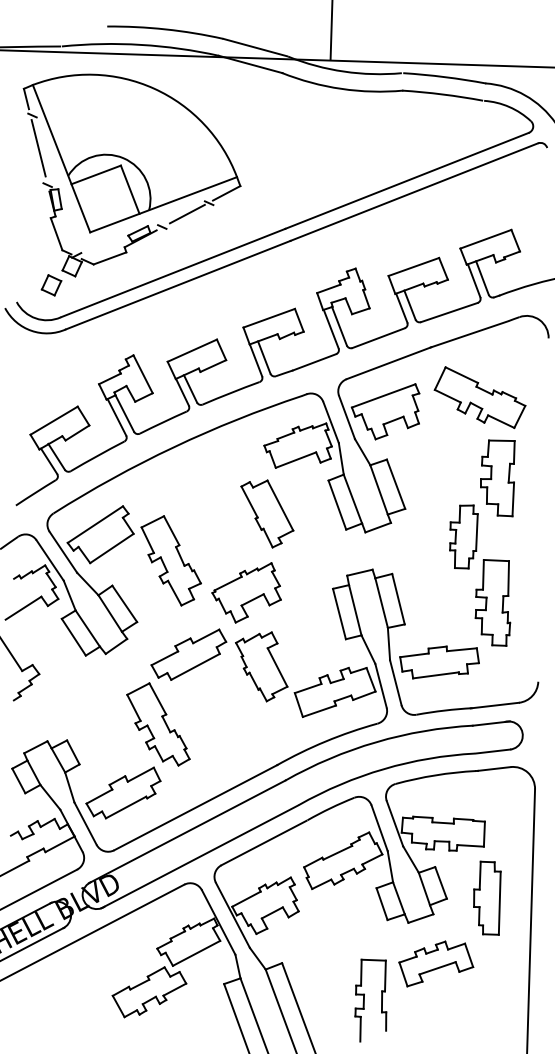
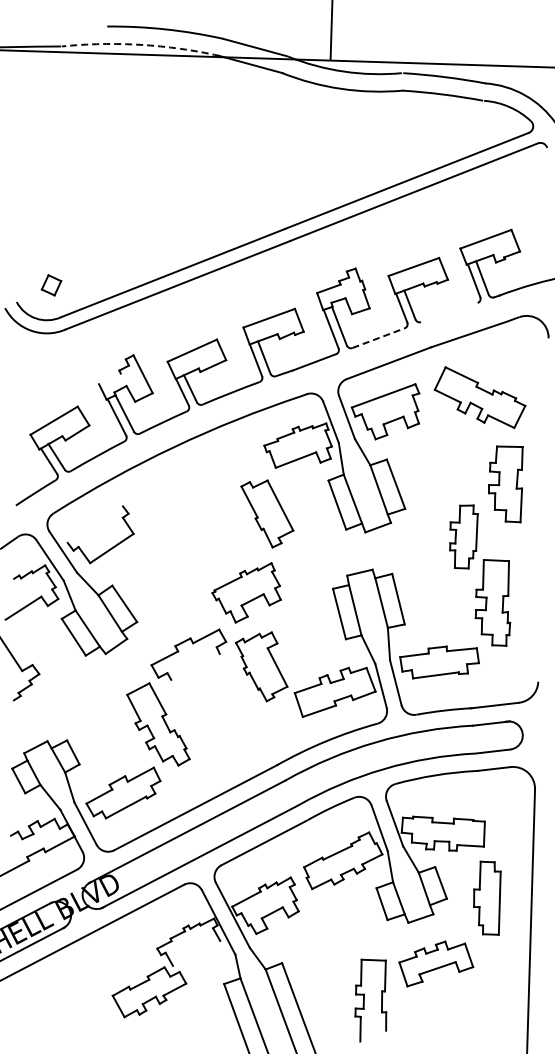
arc at (140, 44): solid -> dashed
part at (131, 175): present -> none
line at (449, 312): present -> none
line at (378, 338): solid -> dashed
line at (109, 378): present -> none
part at (497, 478) position: (497, 478) -> (505, 484)
line at (94, 524): present -> none
part at (170, 560): present -> none
line at (195, 666): present -> none
line at (196, 952): present -> none
